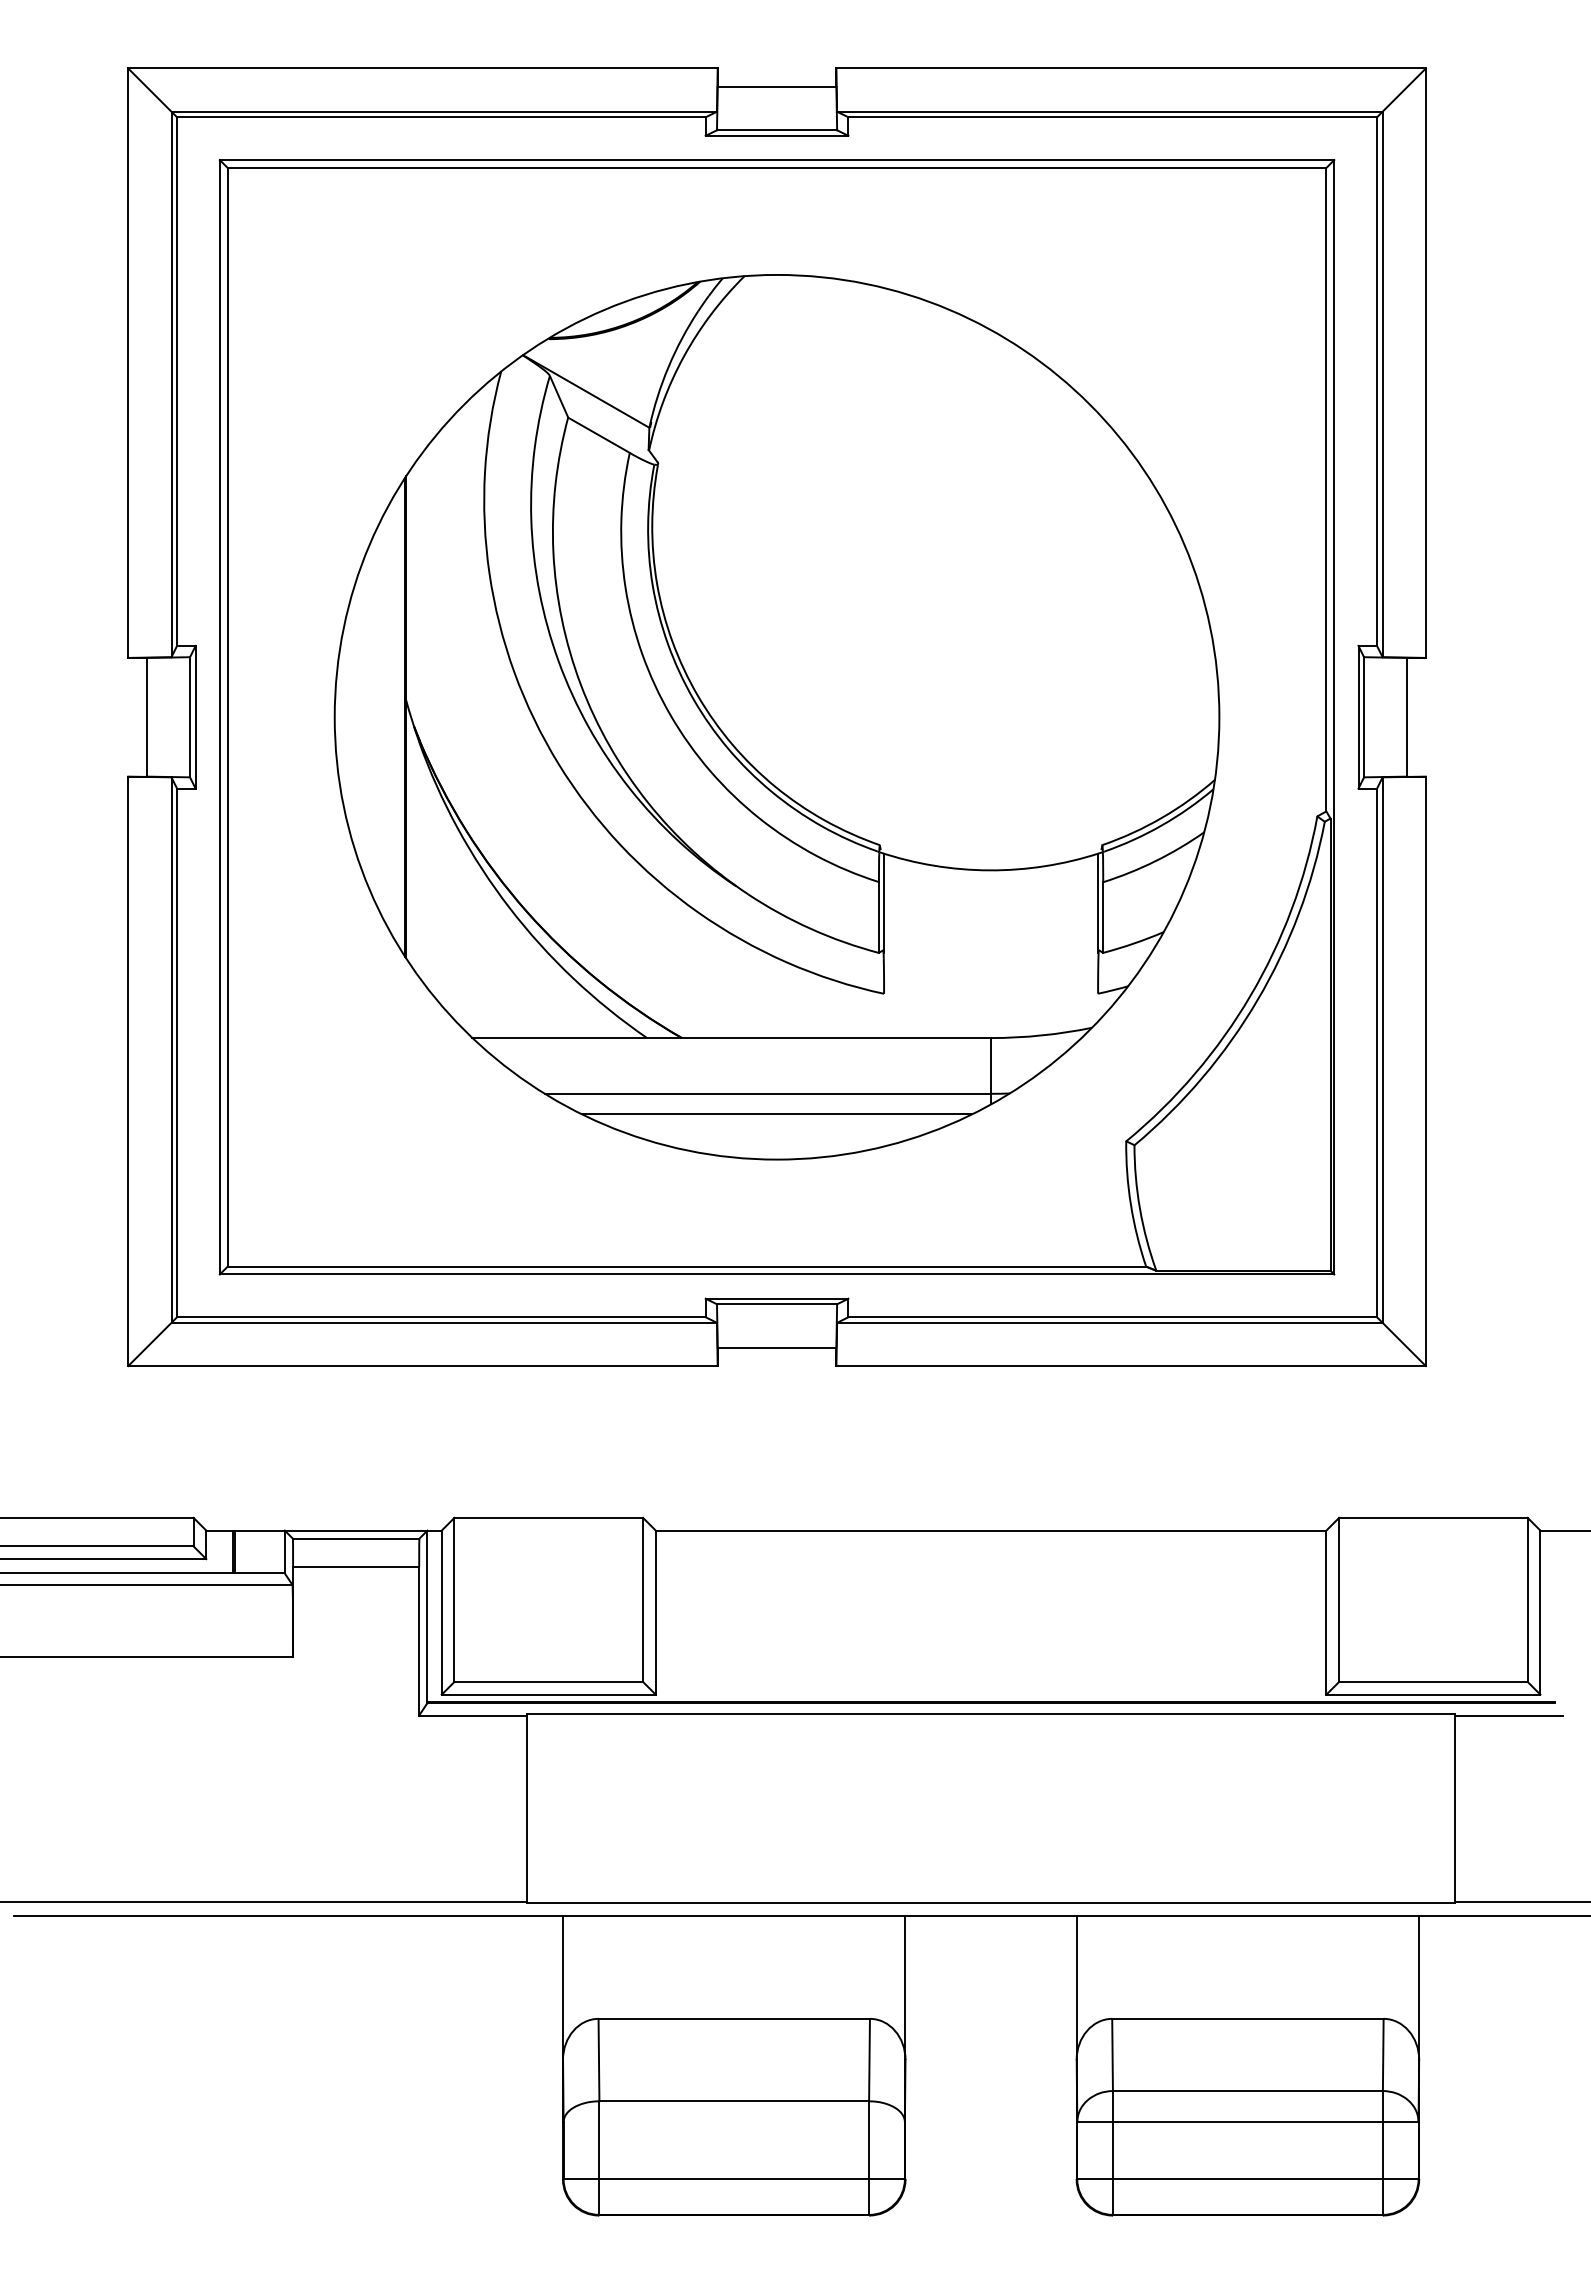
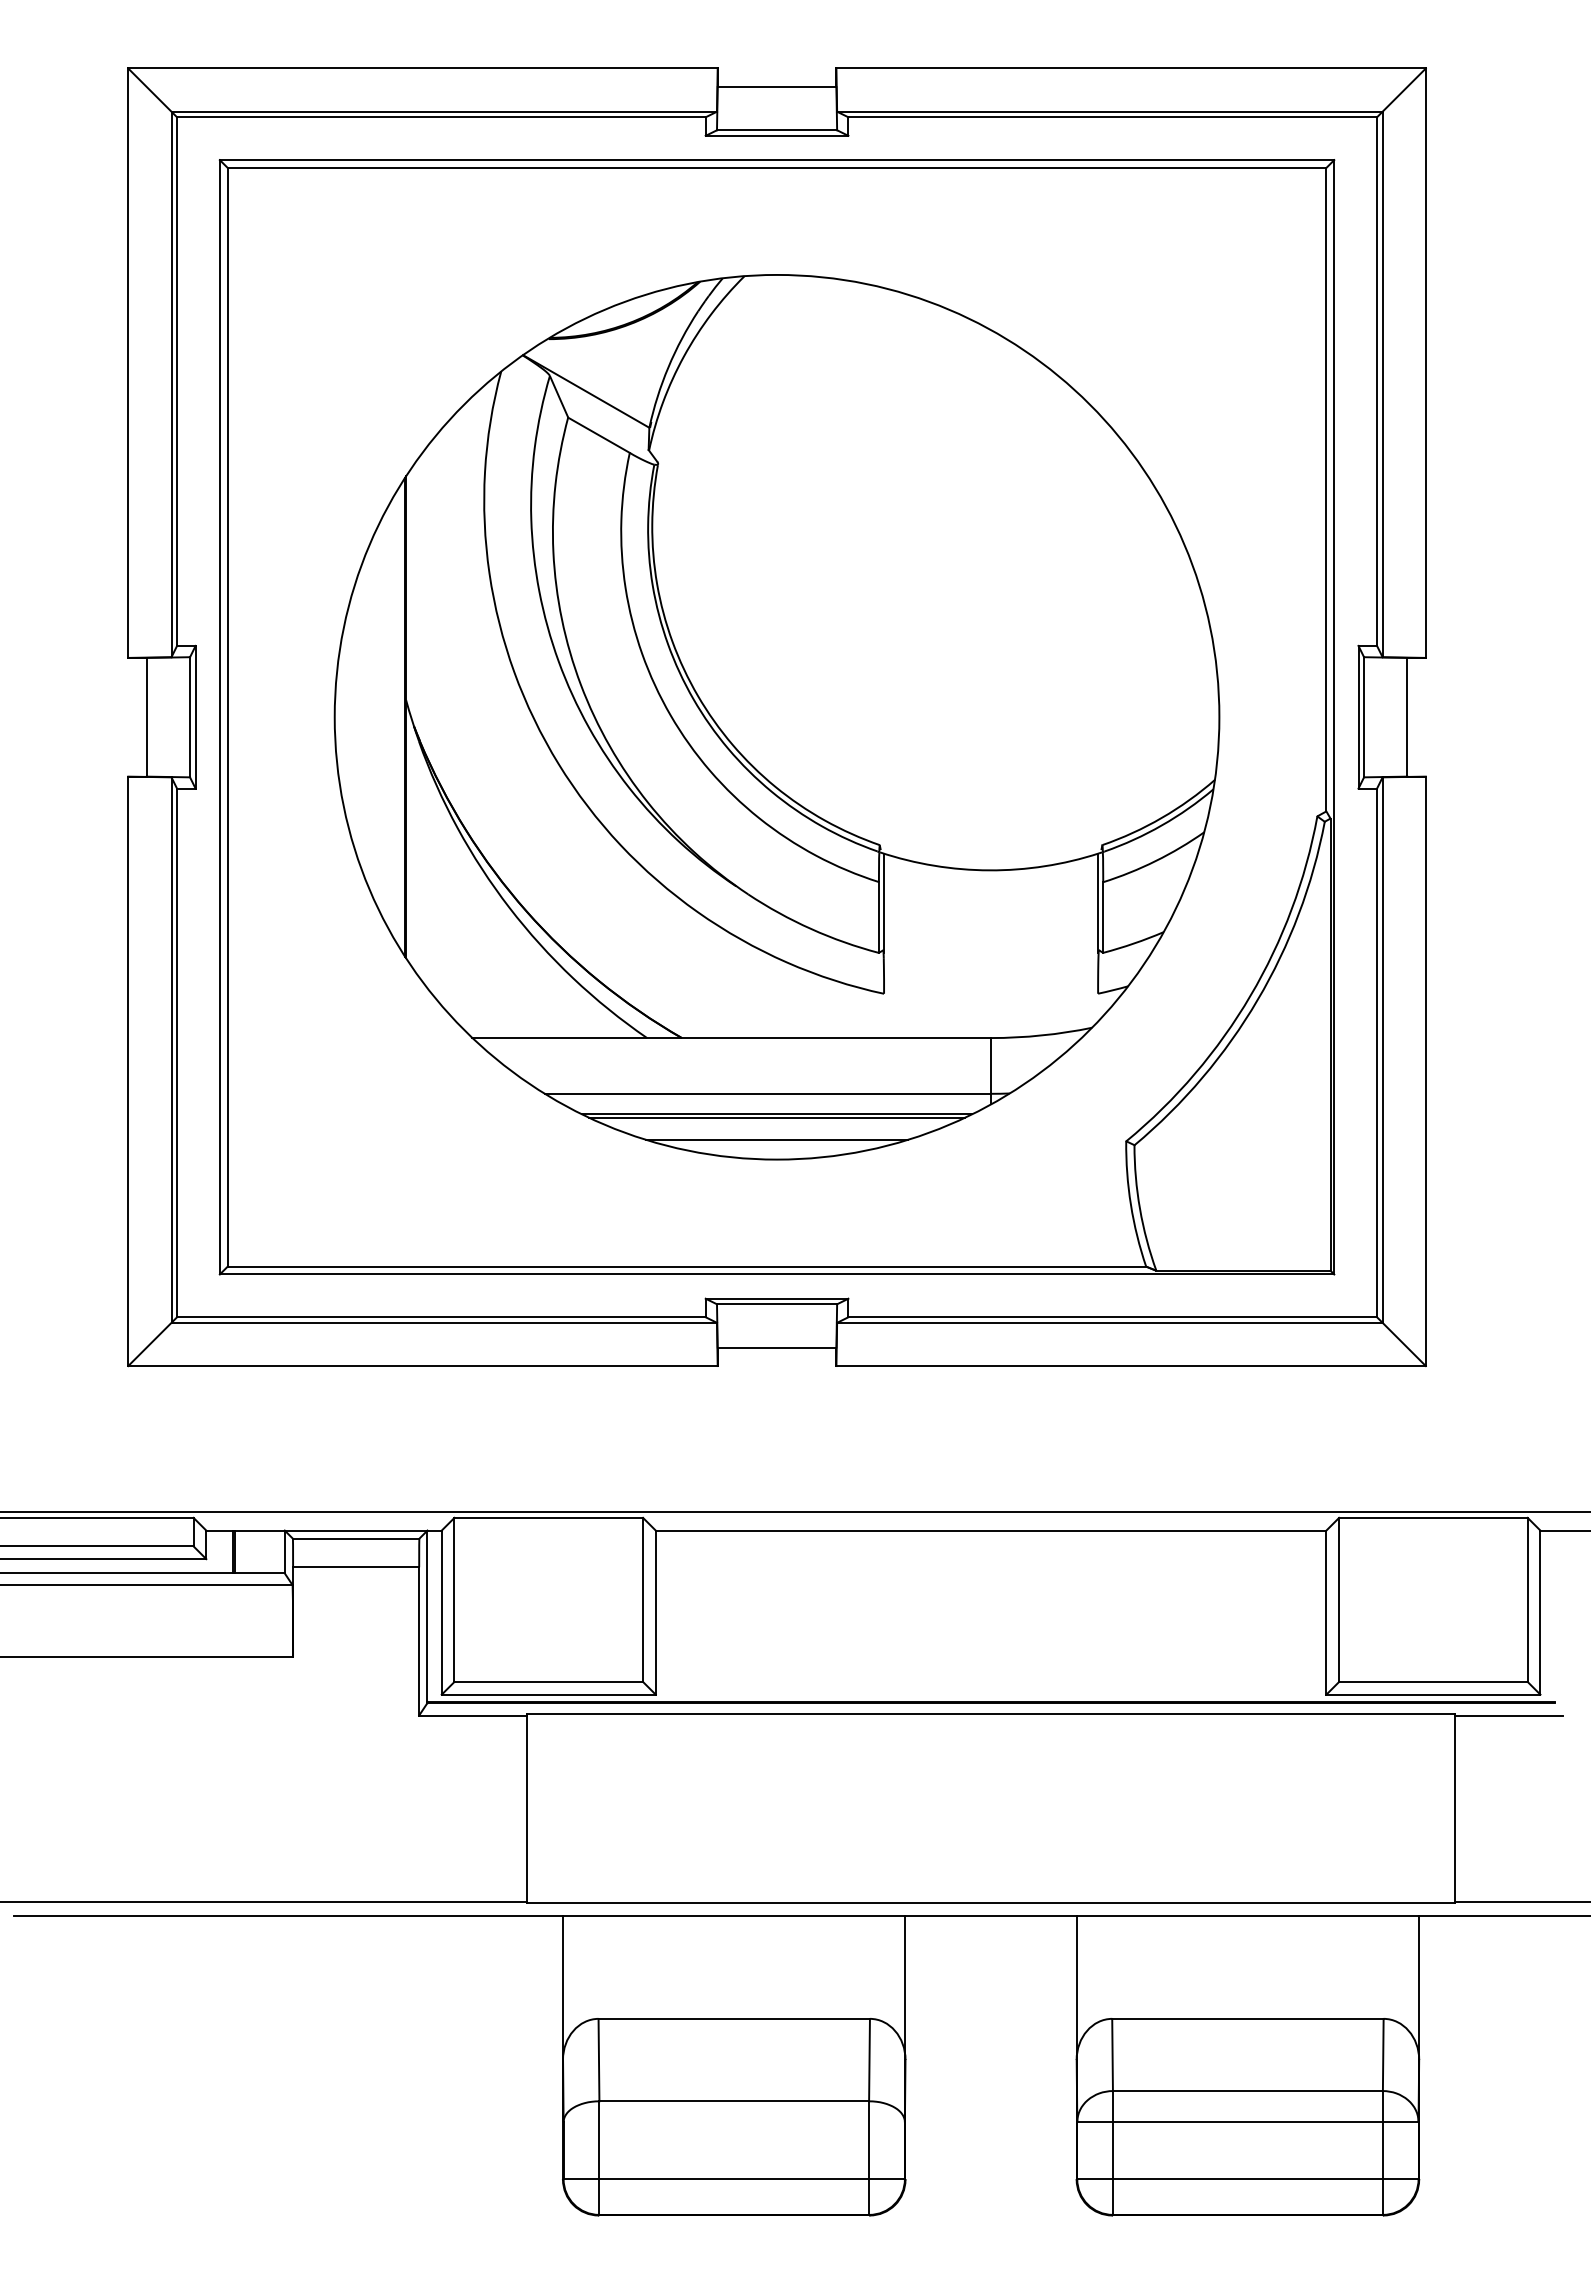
line at (776, 1117): none -> present
line at (777, 1139): none -> present
line at (794, 1512): none -> present
